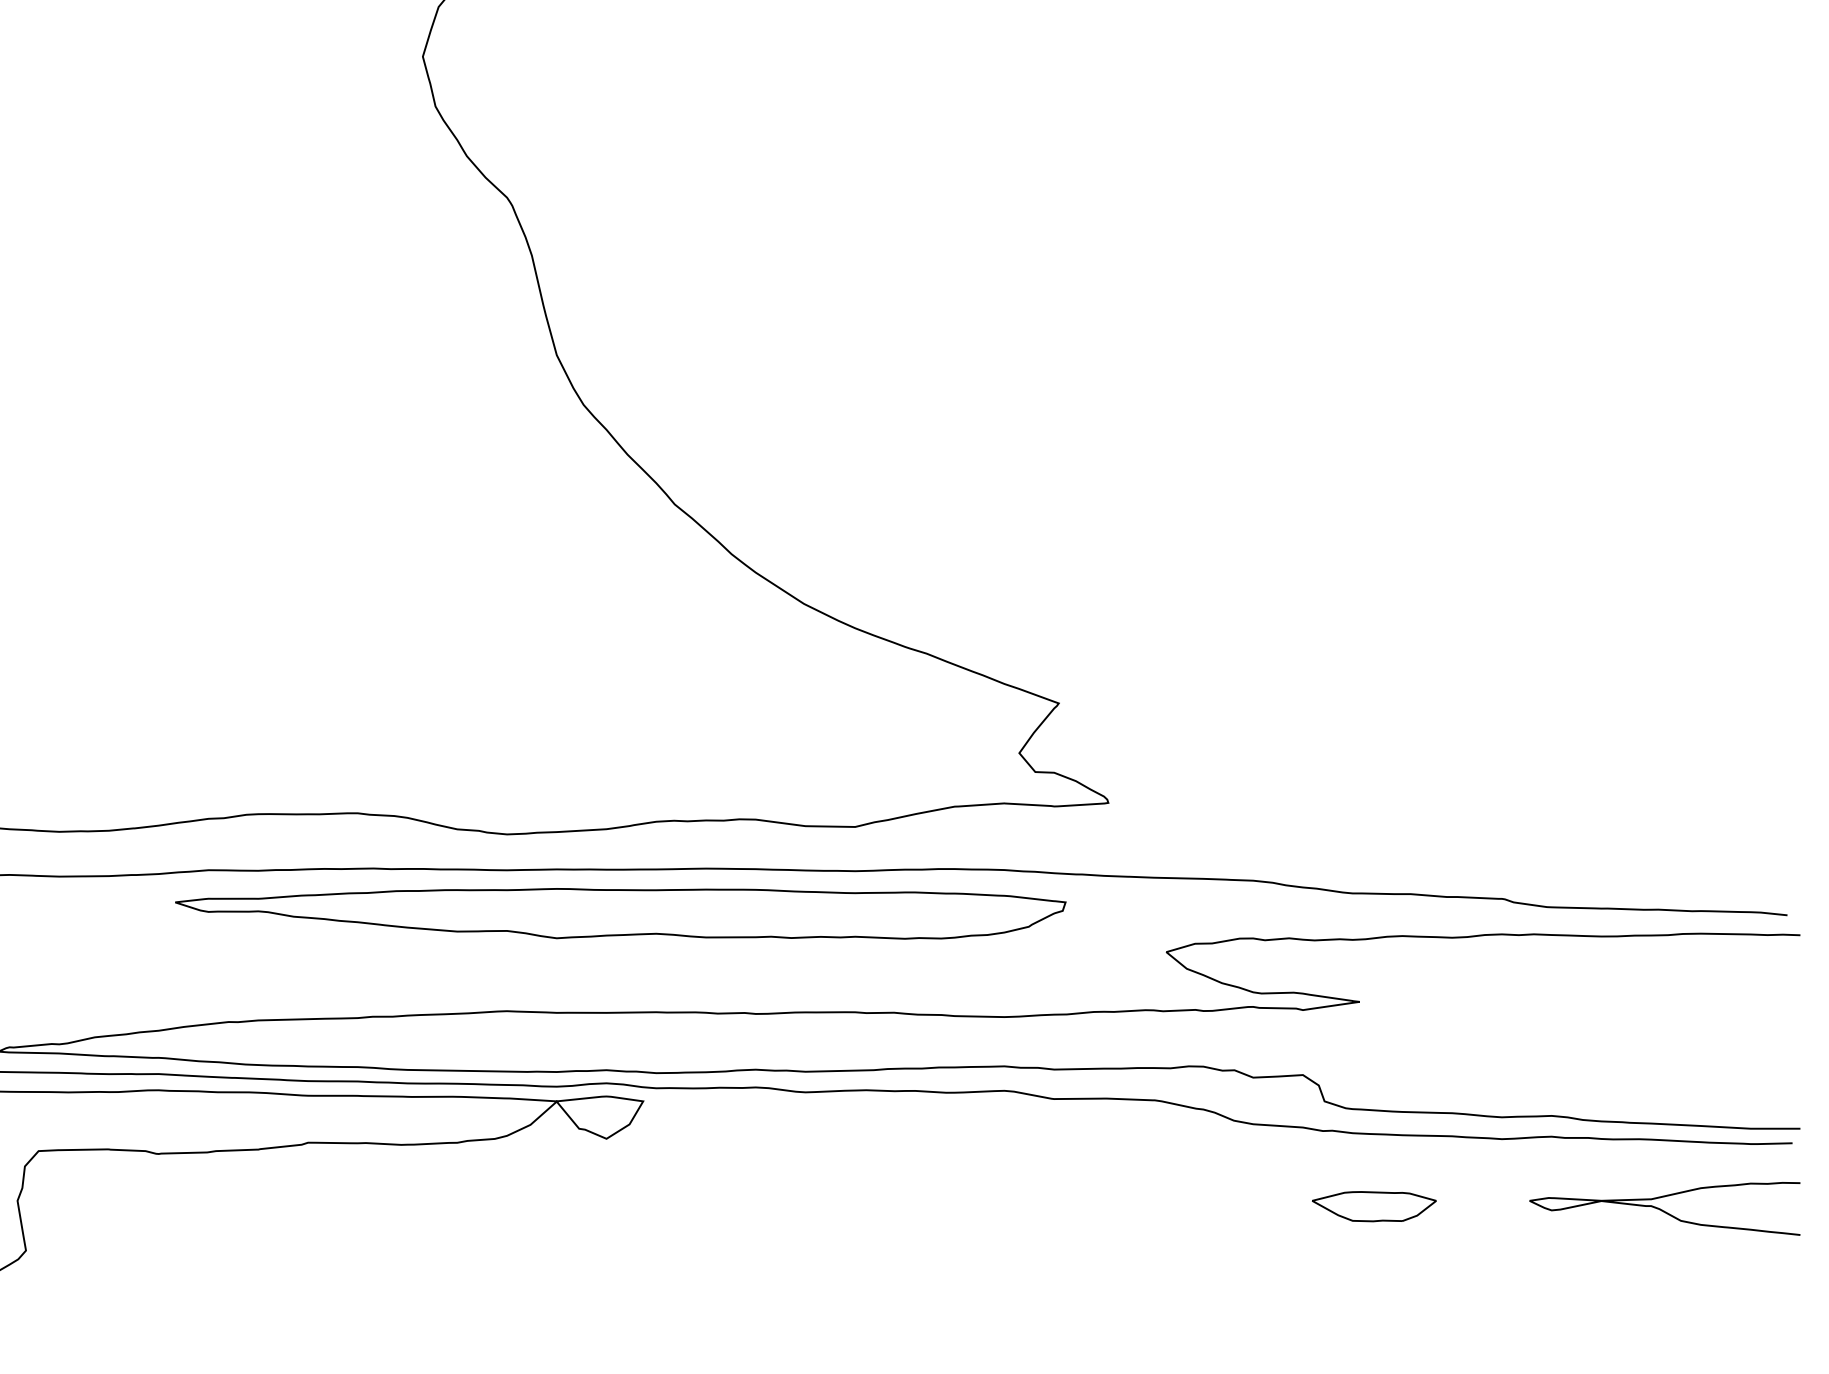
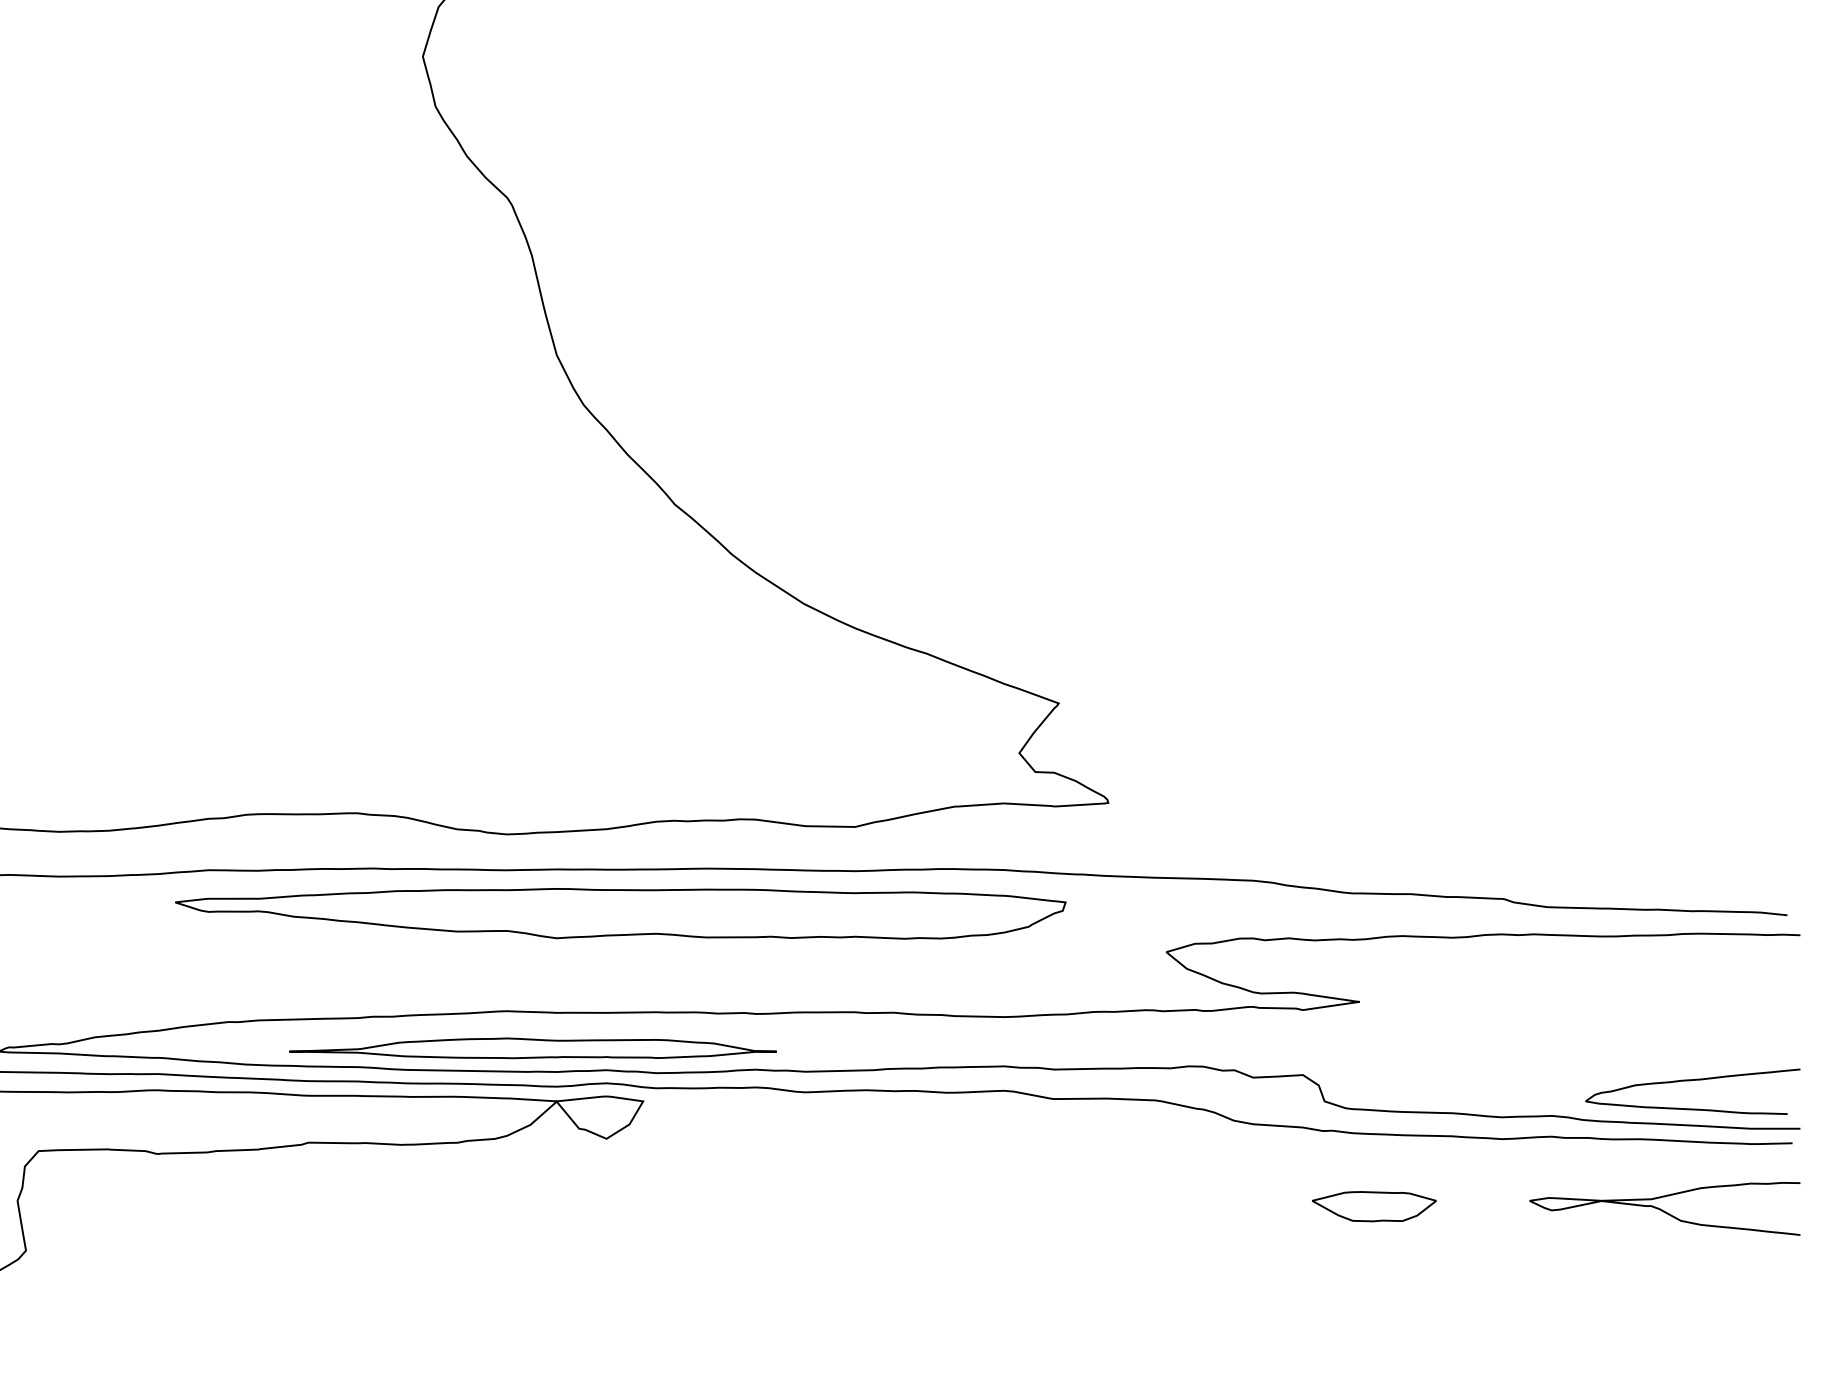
part at (532, 1048): none -> present
curve at (1690, 1081): none -> present
